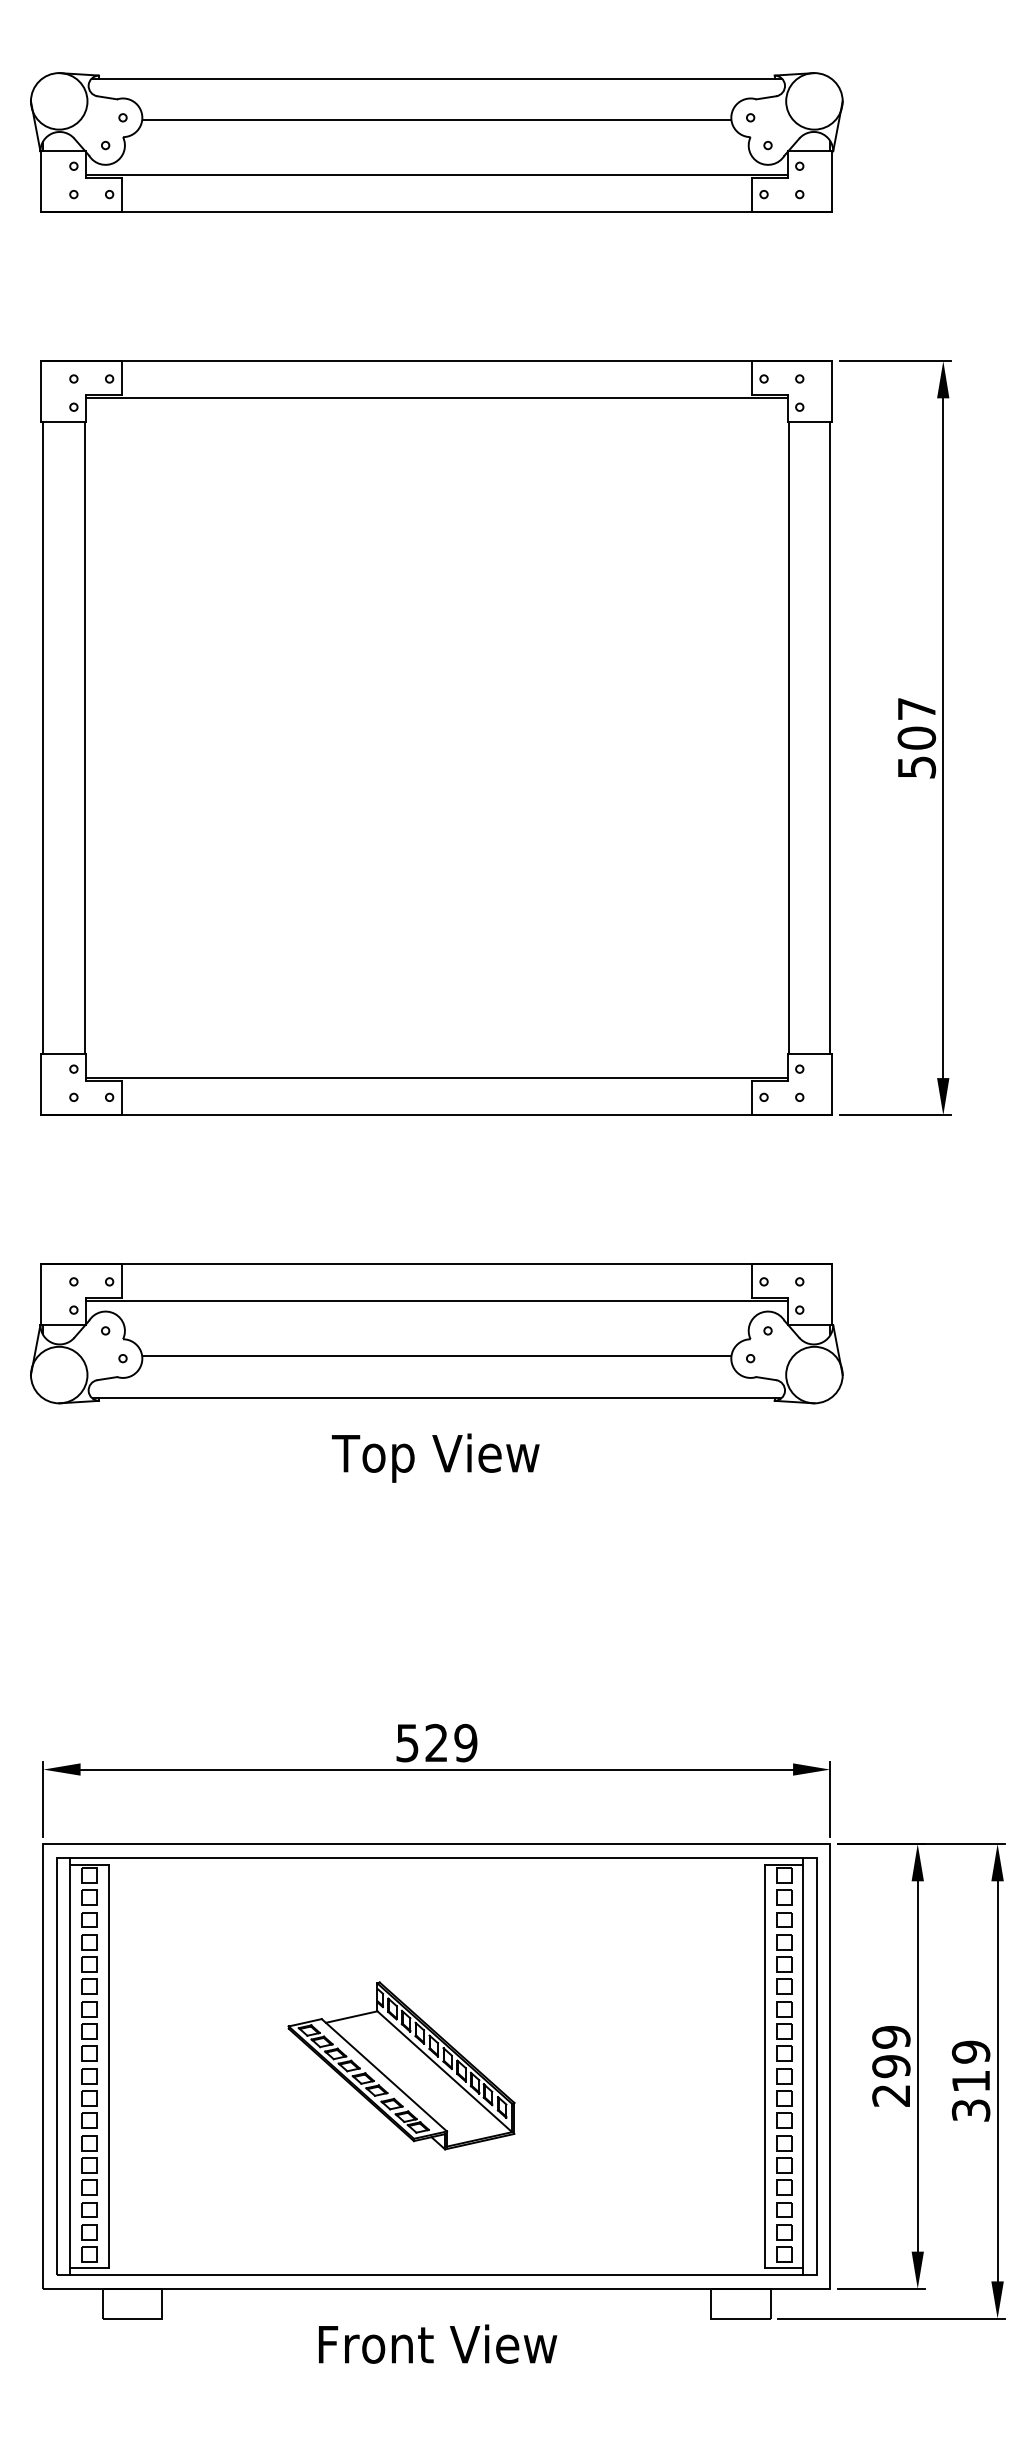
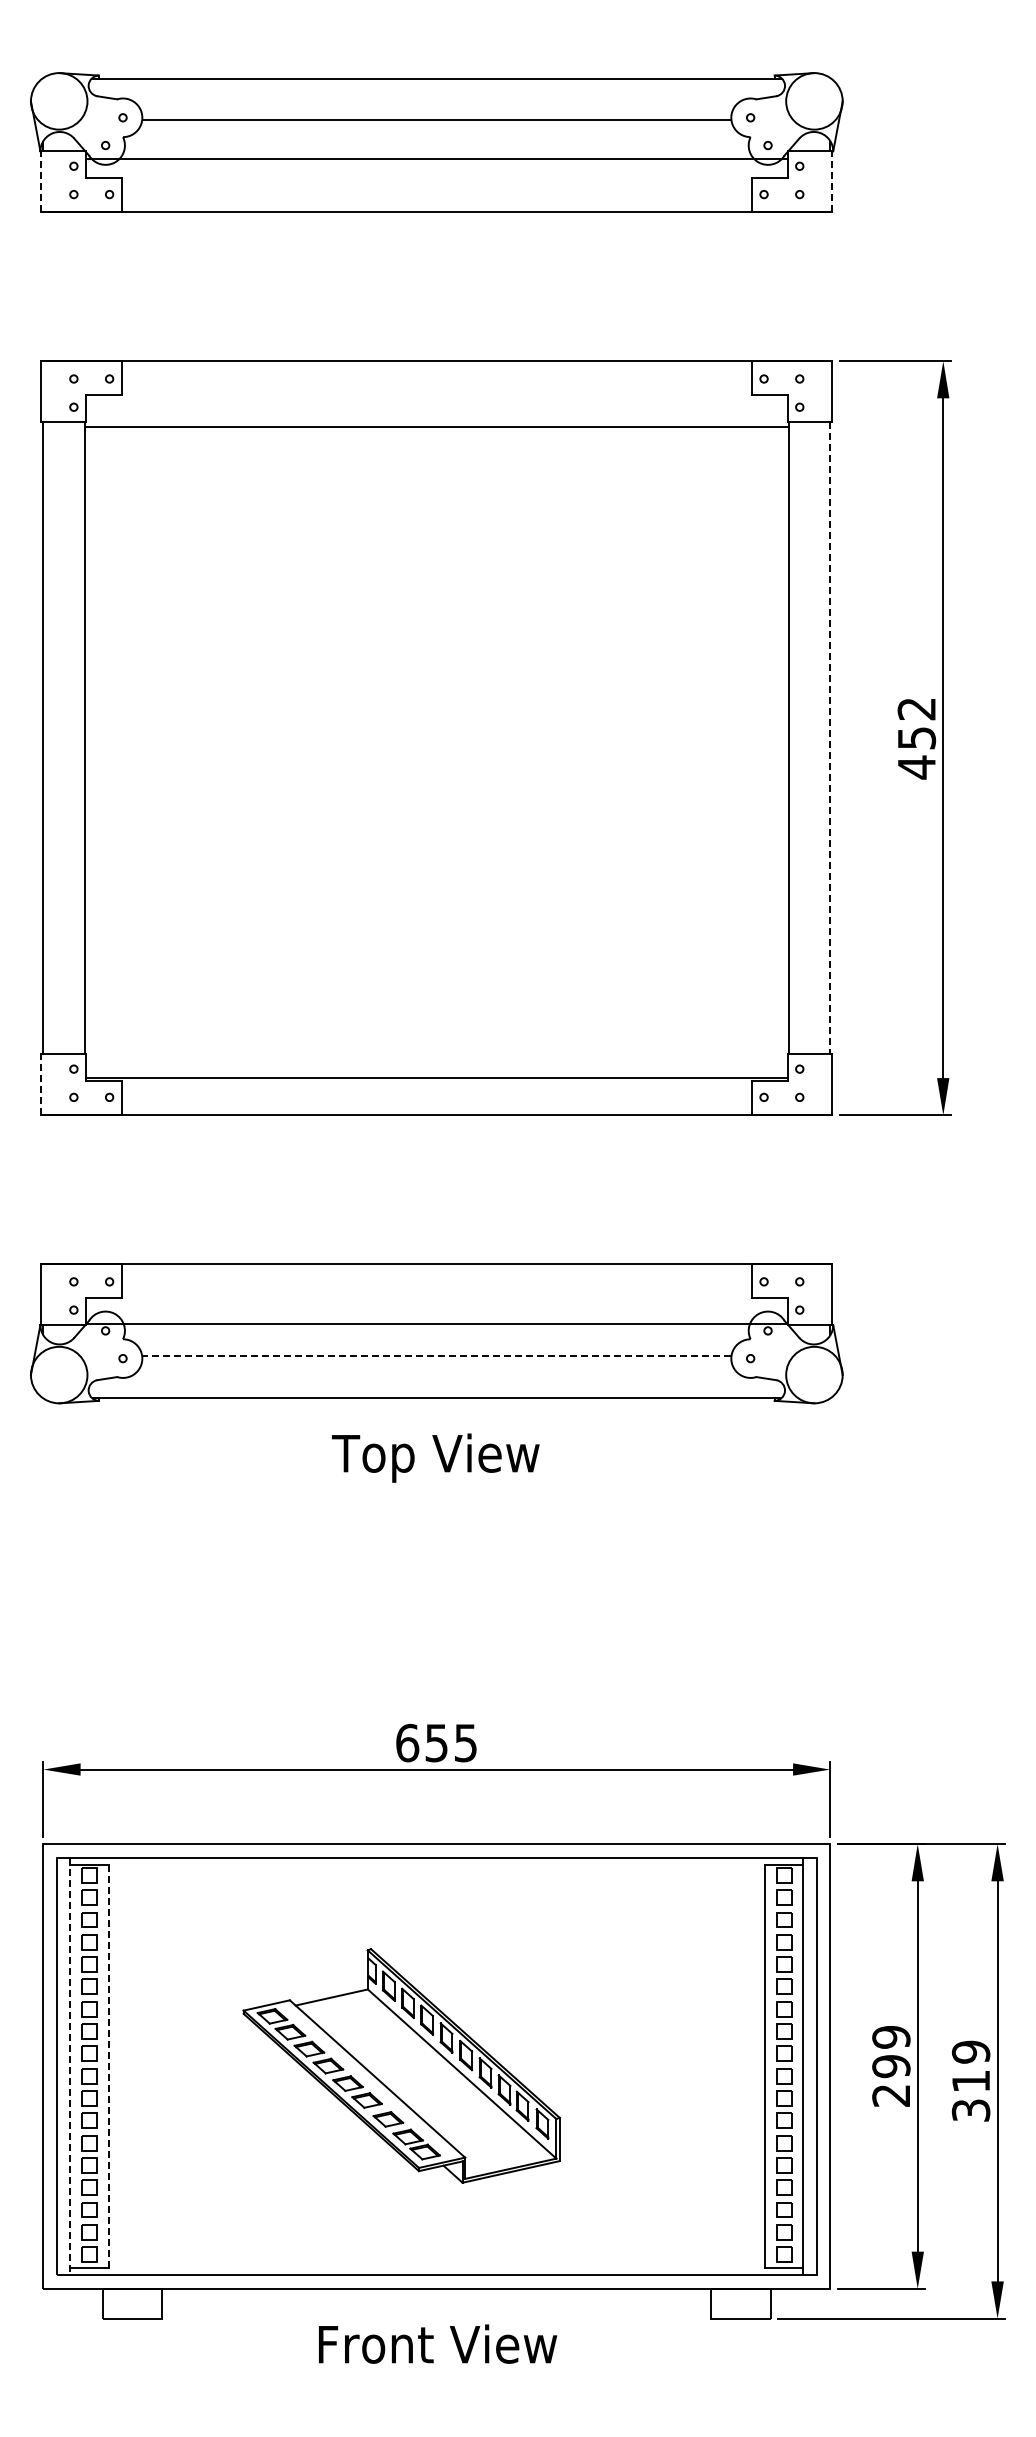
line at (436, 175) position: (436, 175) -> (436, 159)
line at (41, 181): solid -> dashed
line at (832, 181): solid -> dashed
line at (436, 398) position: (436, 398) -> (436, 427)
line at (830, 738): solid -> dashed
text at (916, 738): 507 -> 452
line at (41, 1084): solid -> dashed
line at (436, 1301) position: (436, 1301) -> (436, 1324)
line at (436, 1356): solid -> dashed
text at (436, 1742): 529 -> 655
part at (401, 2065) size: 229x170 px -> 319x236 px
line at (70, 2066): solid -> dashed
line at (108, 2066): solid -> dashed
